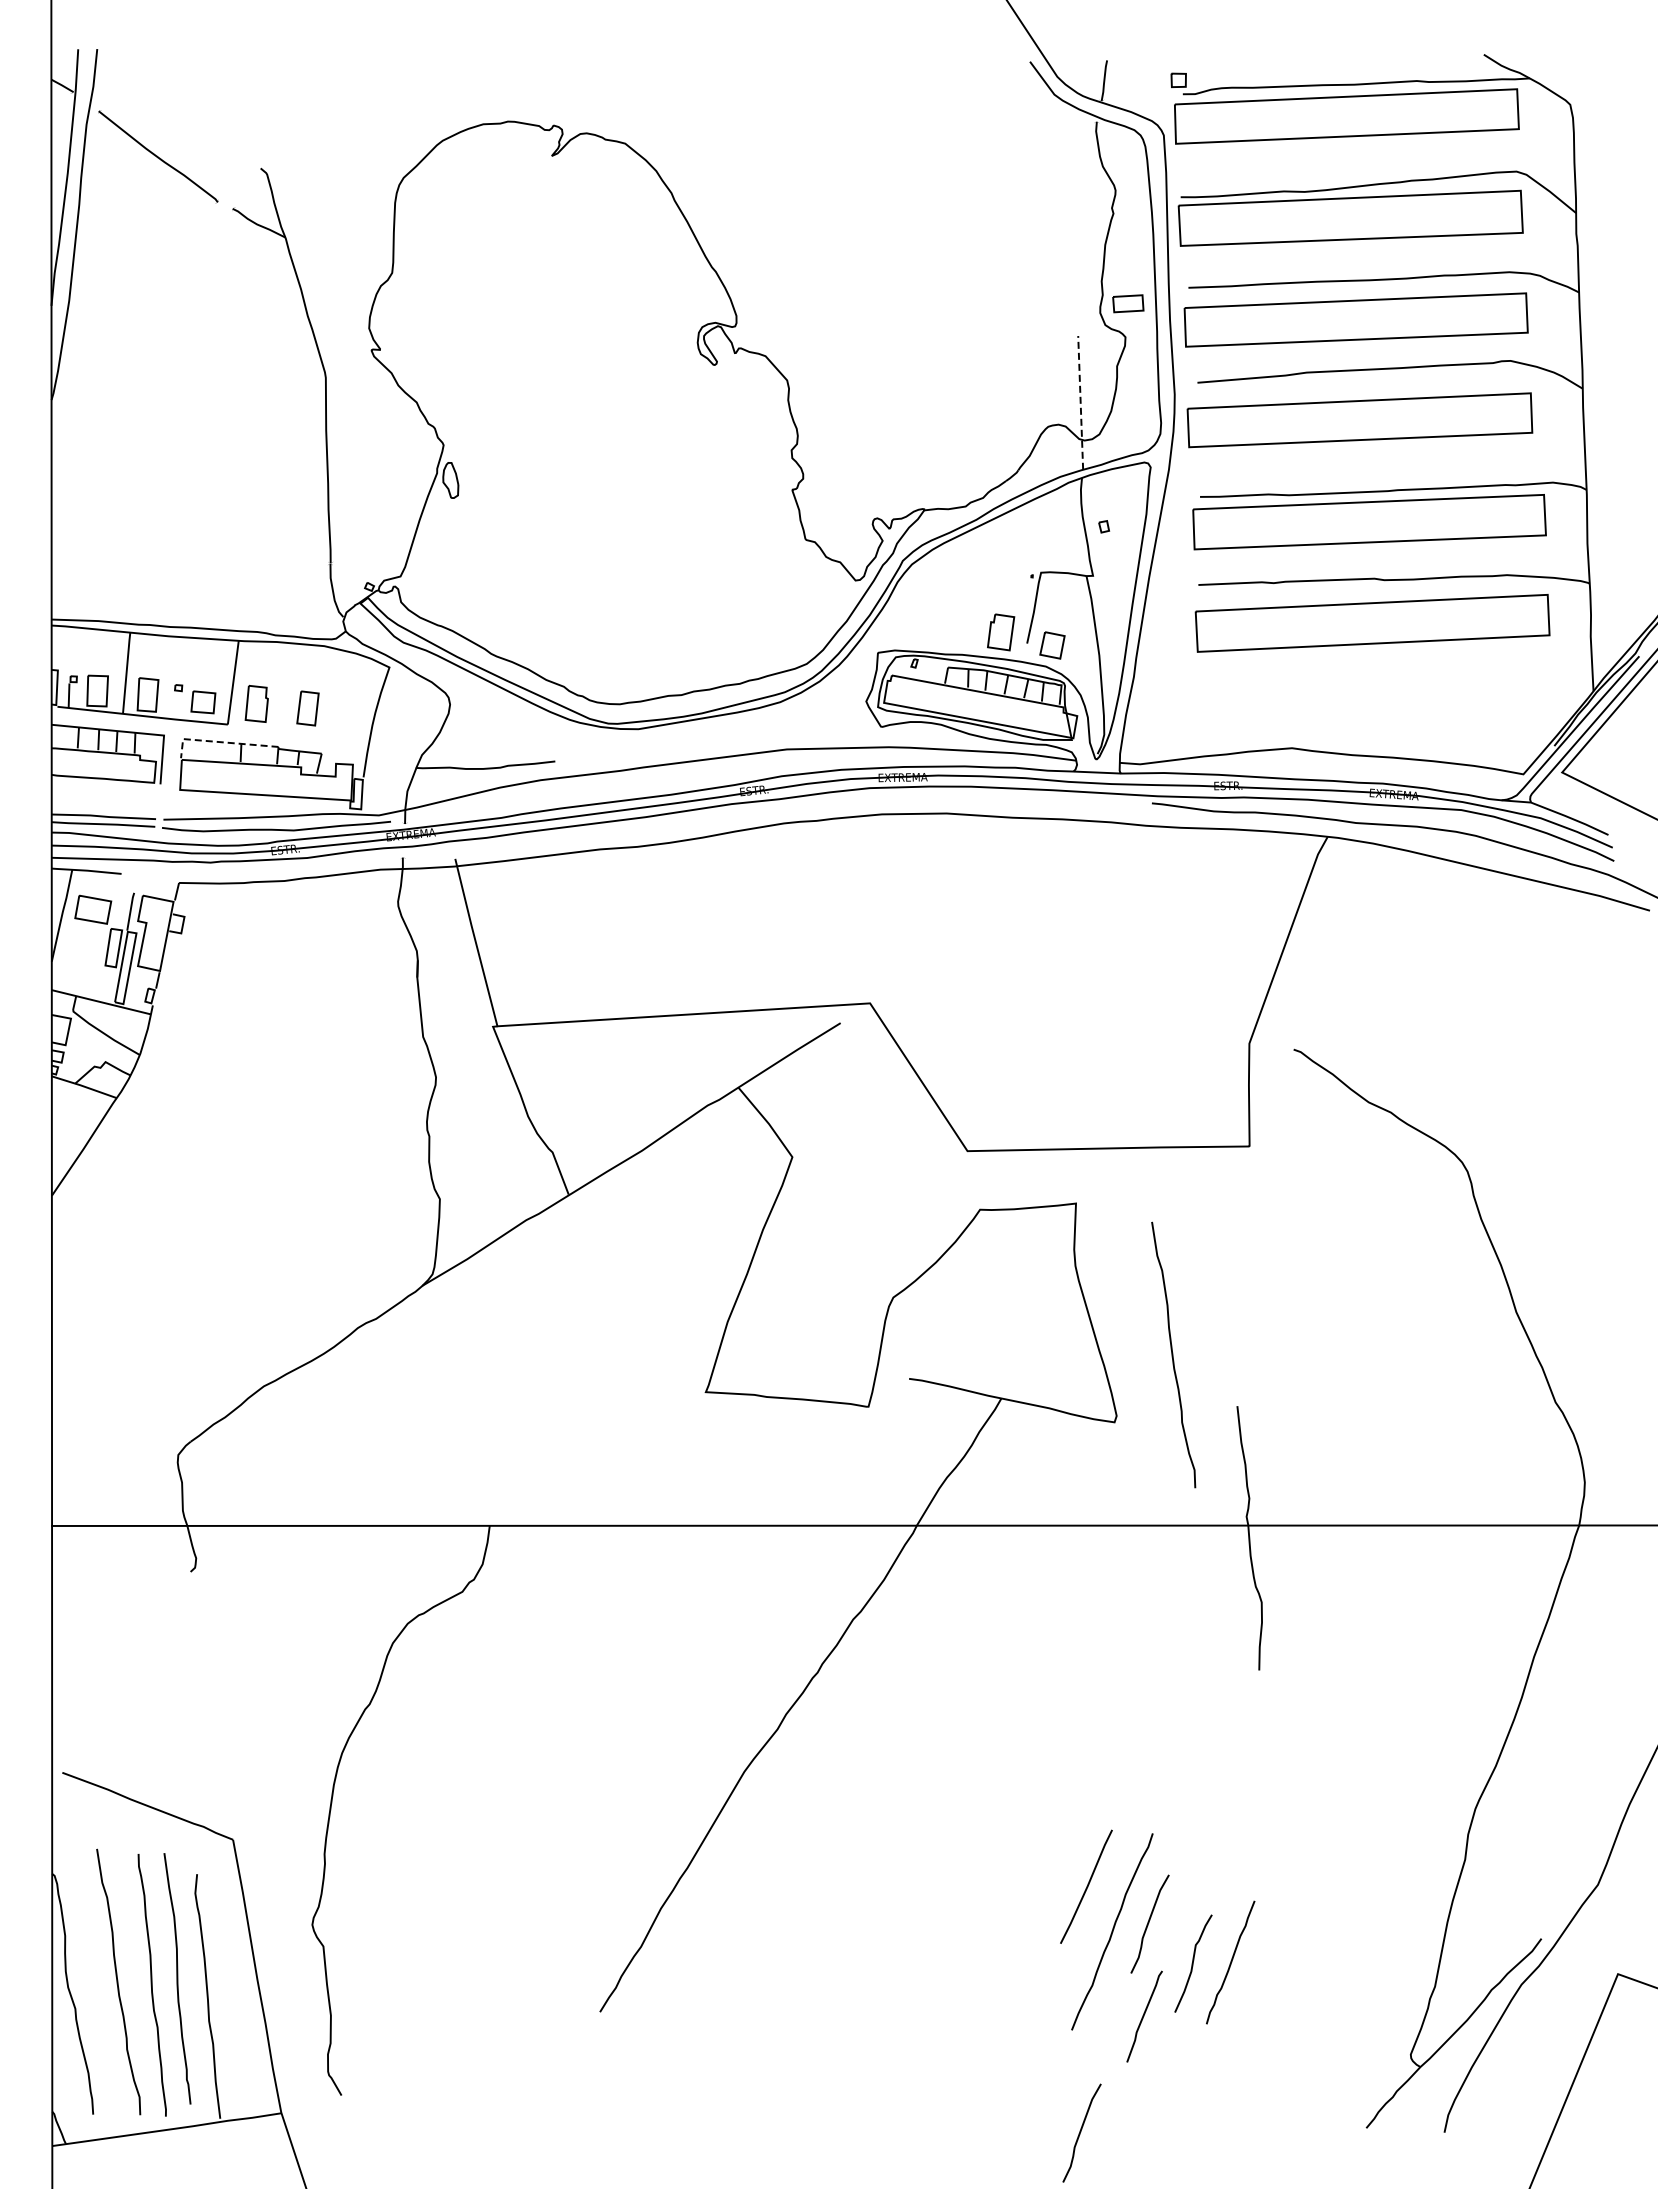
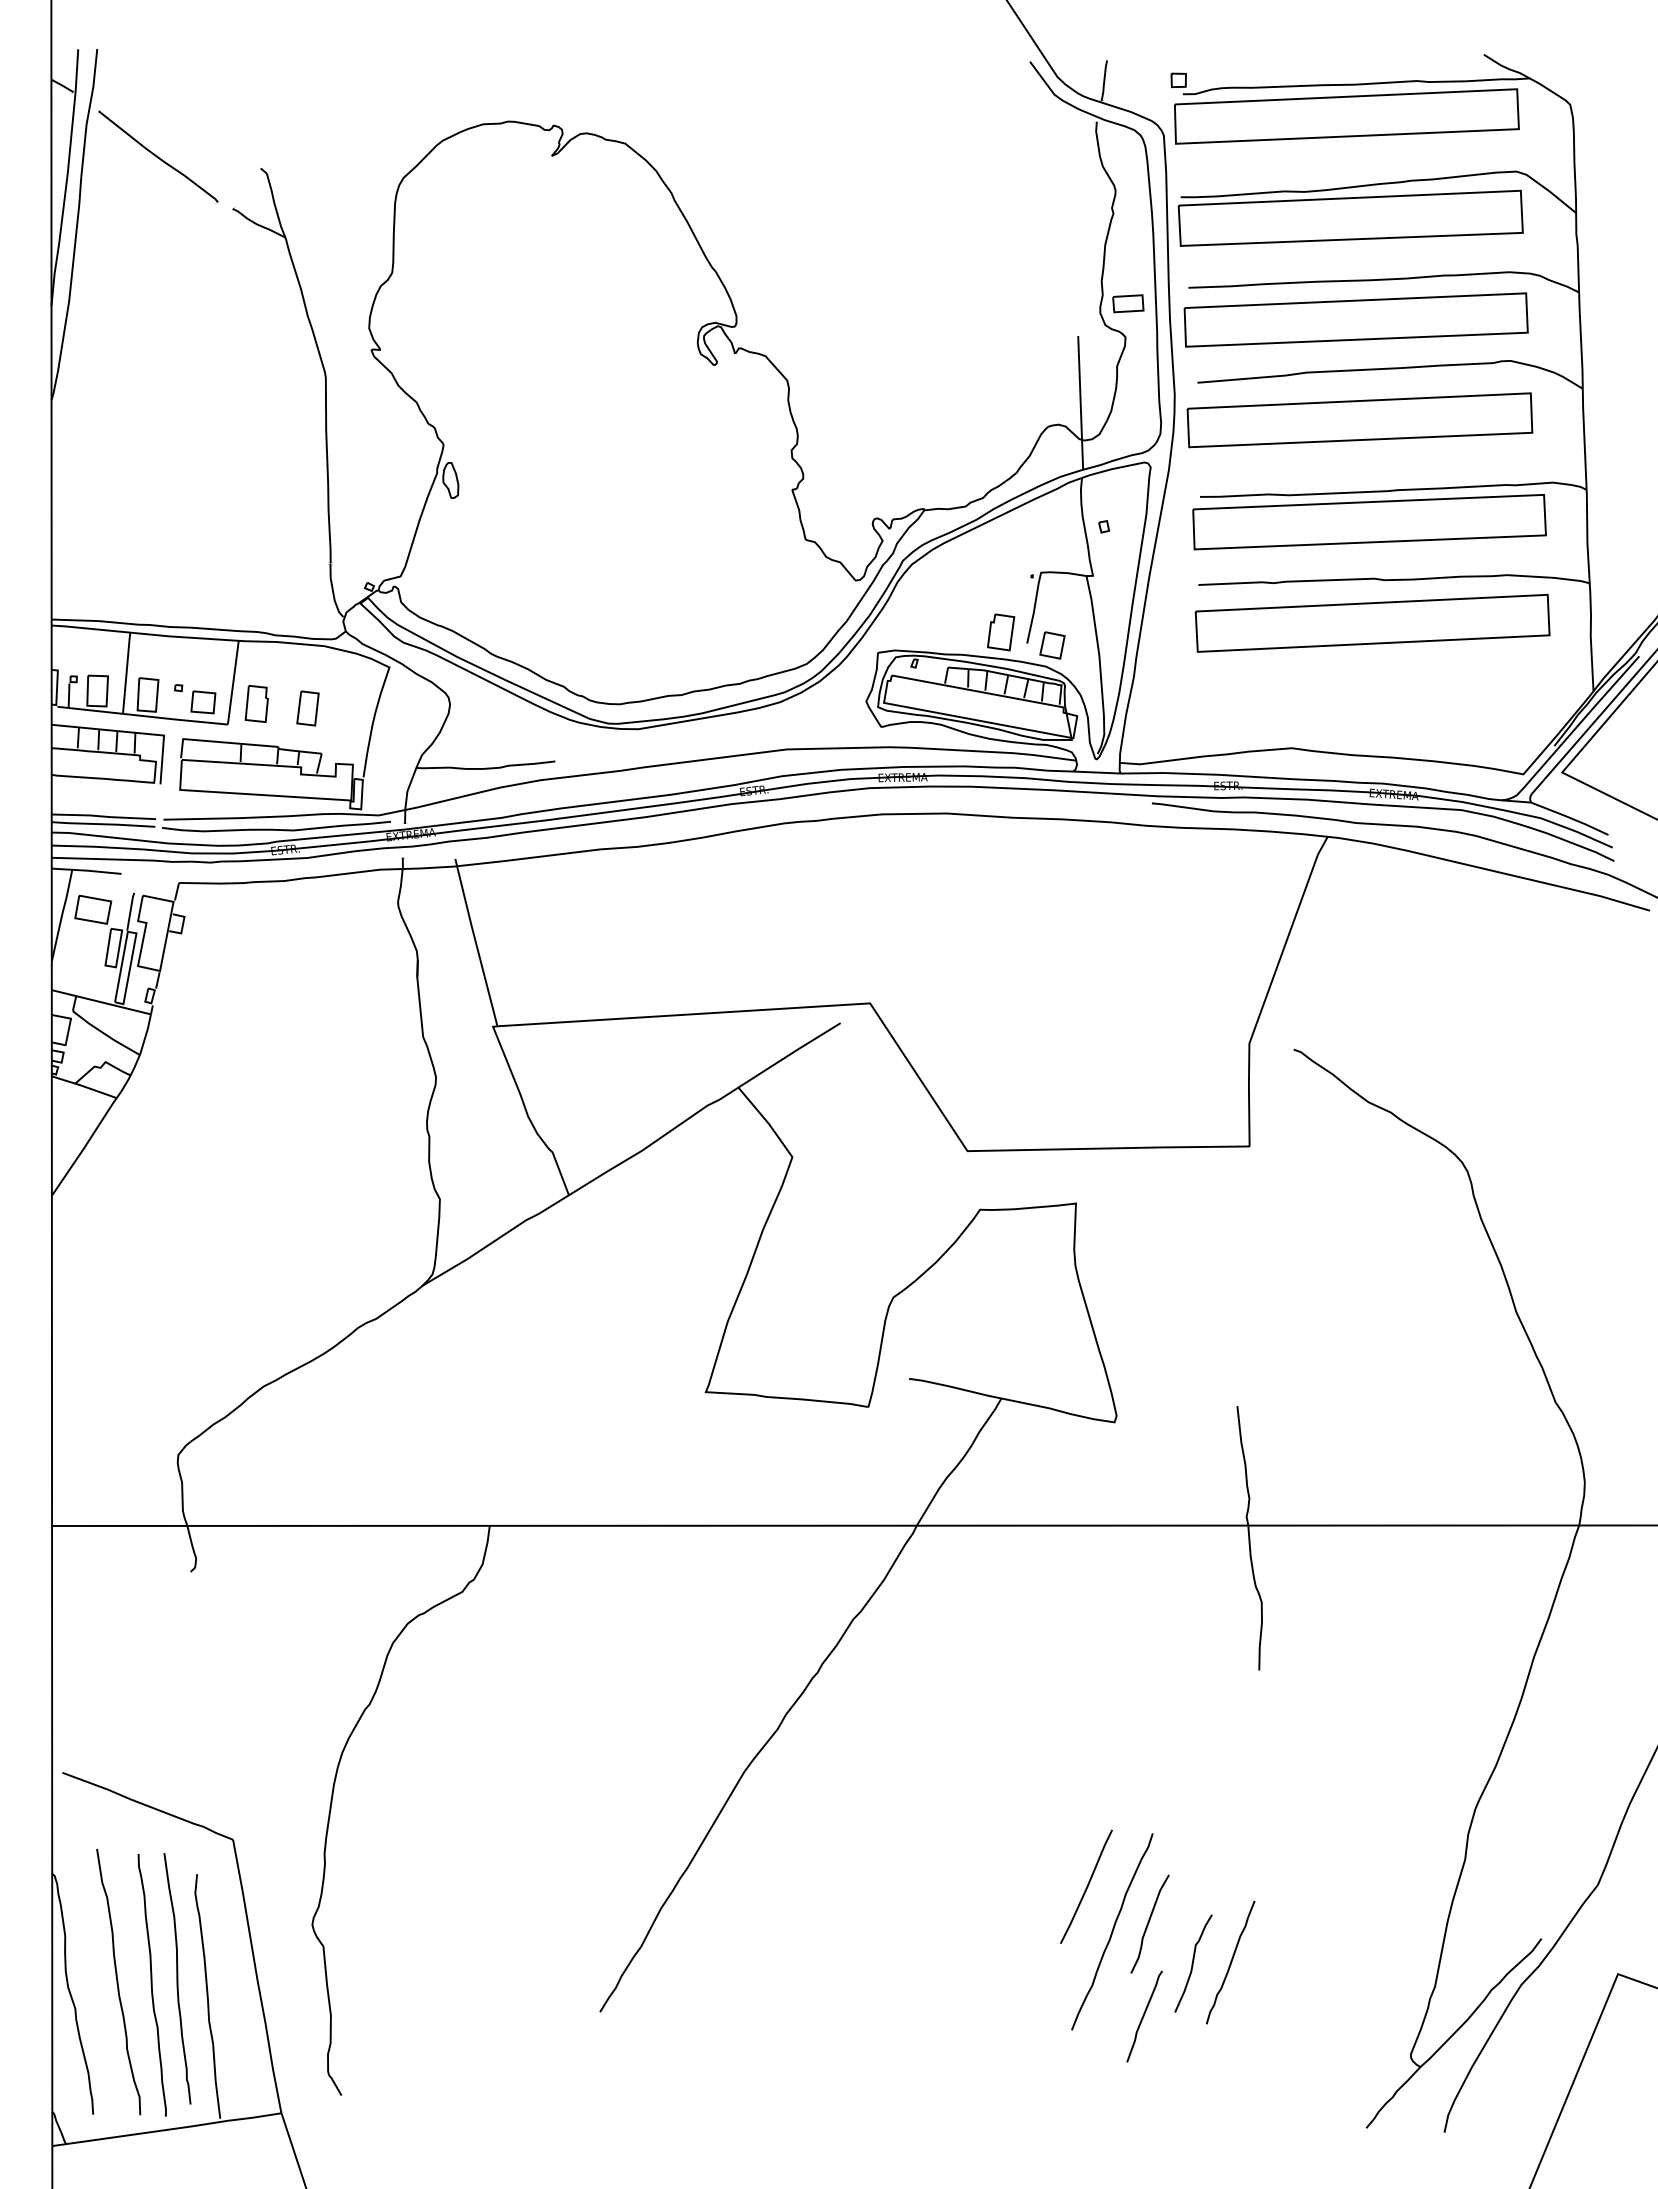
line at (1080, 402): dashed -> solid
line at (219, 742): dashed -> solid
curve at (1173, 1354): present -> none
curve at (1081, 2132): present -> none
